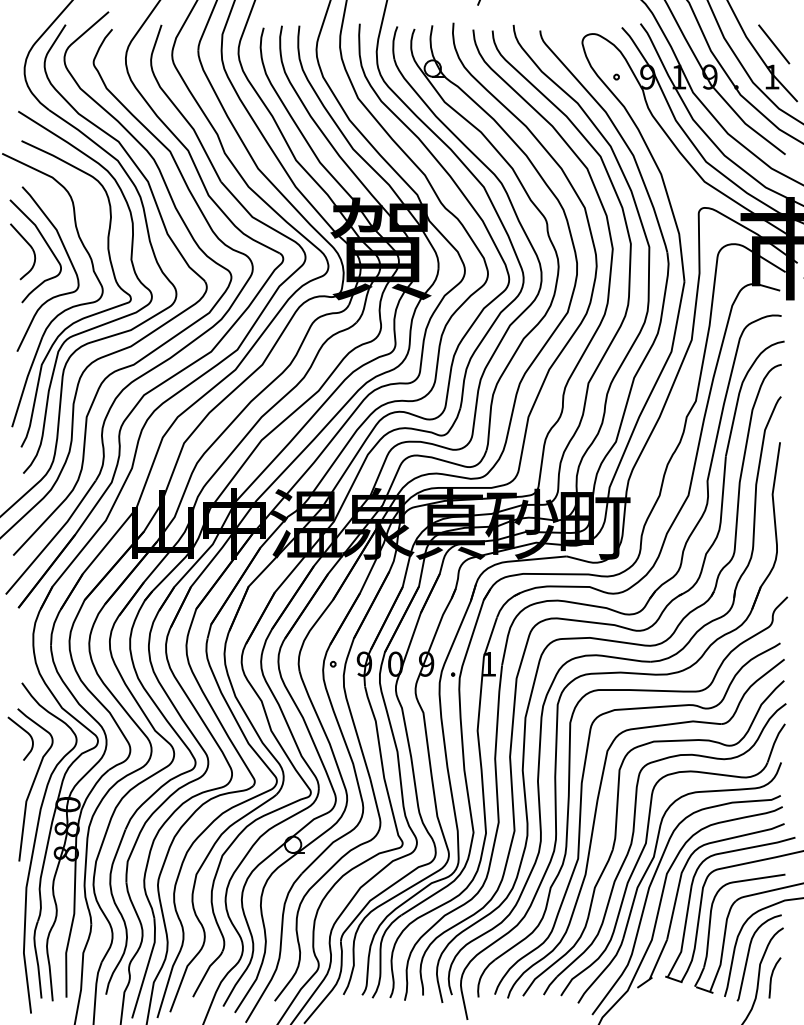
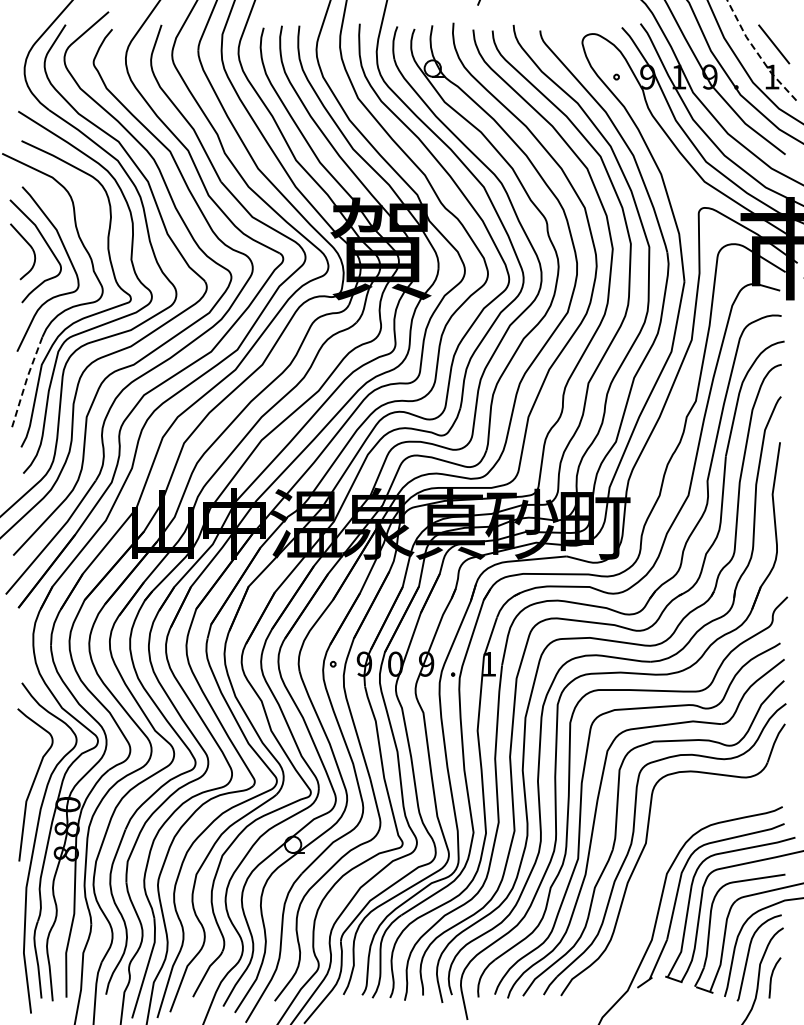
line at (758, 54): solid -> dashed
line at (26, 380): solid -> dashed
curve at (25, 732): present -> none
part at (654, 878): present -> none
